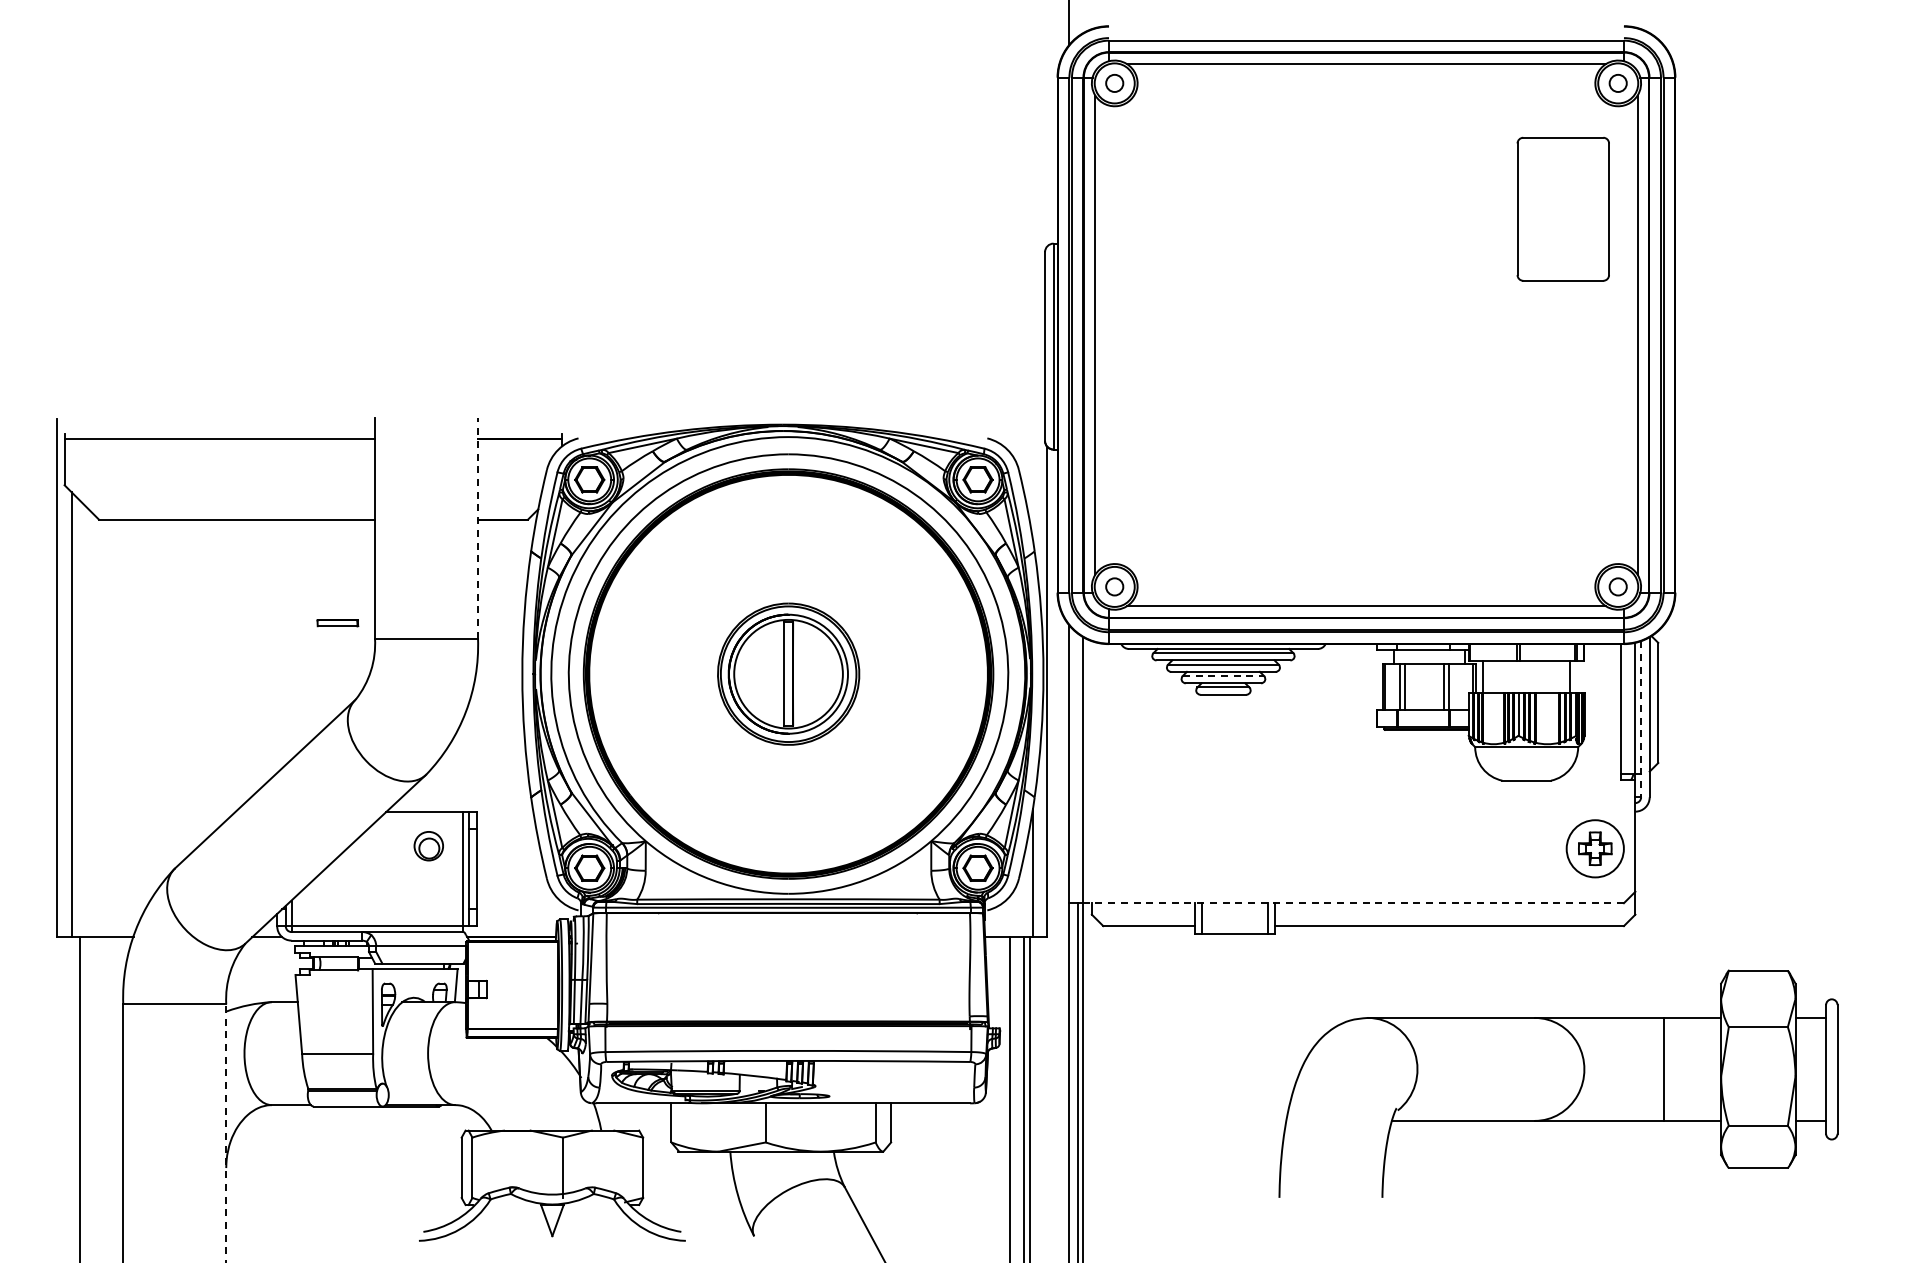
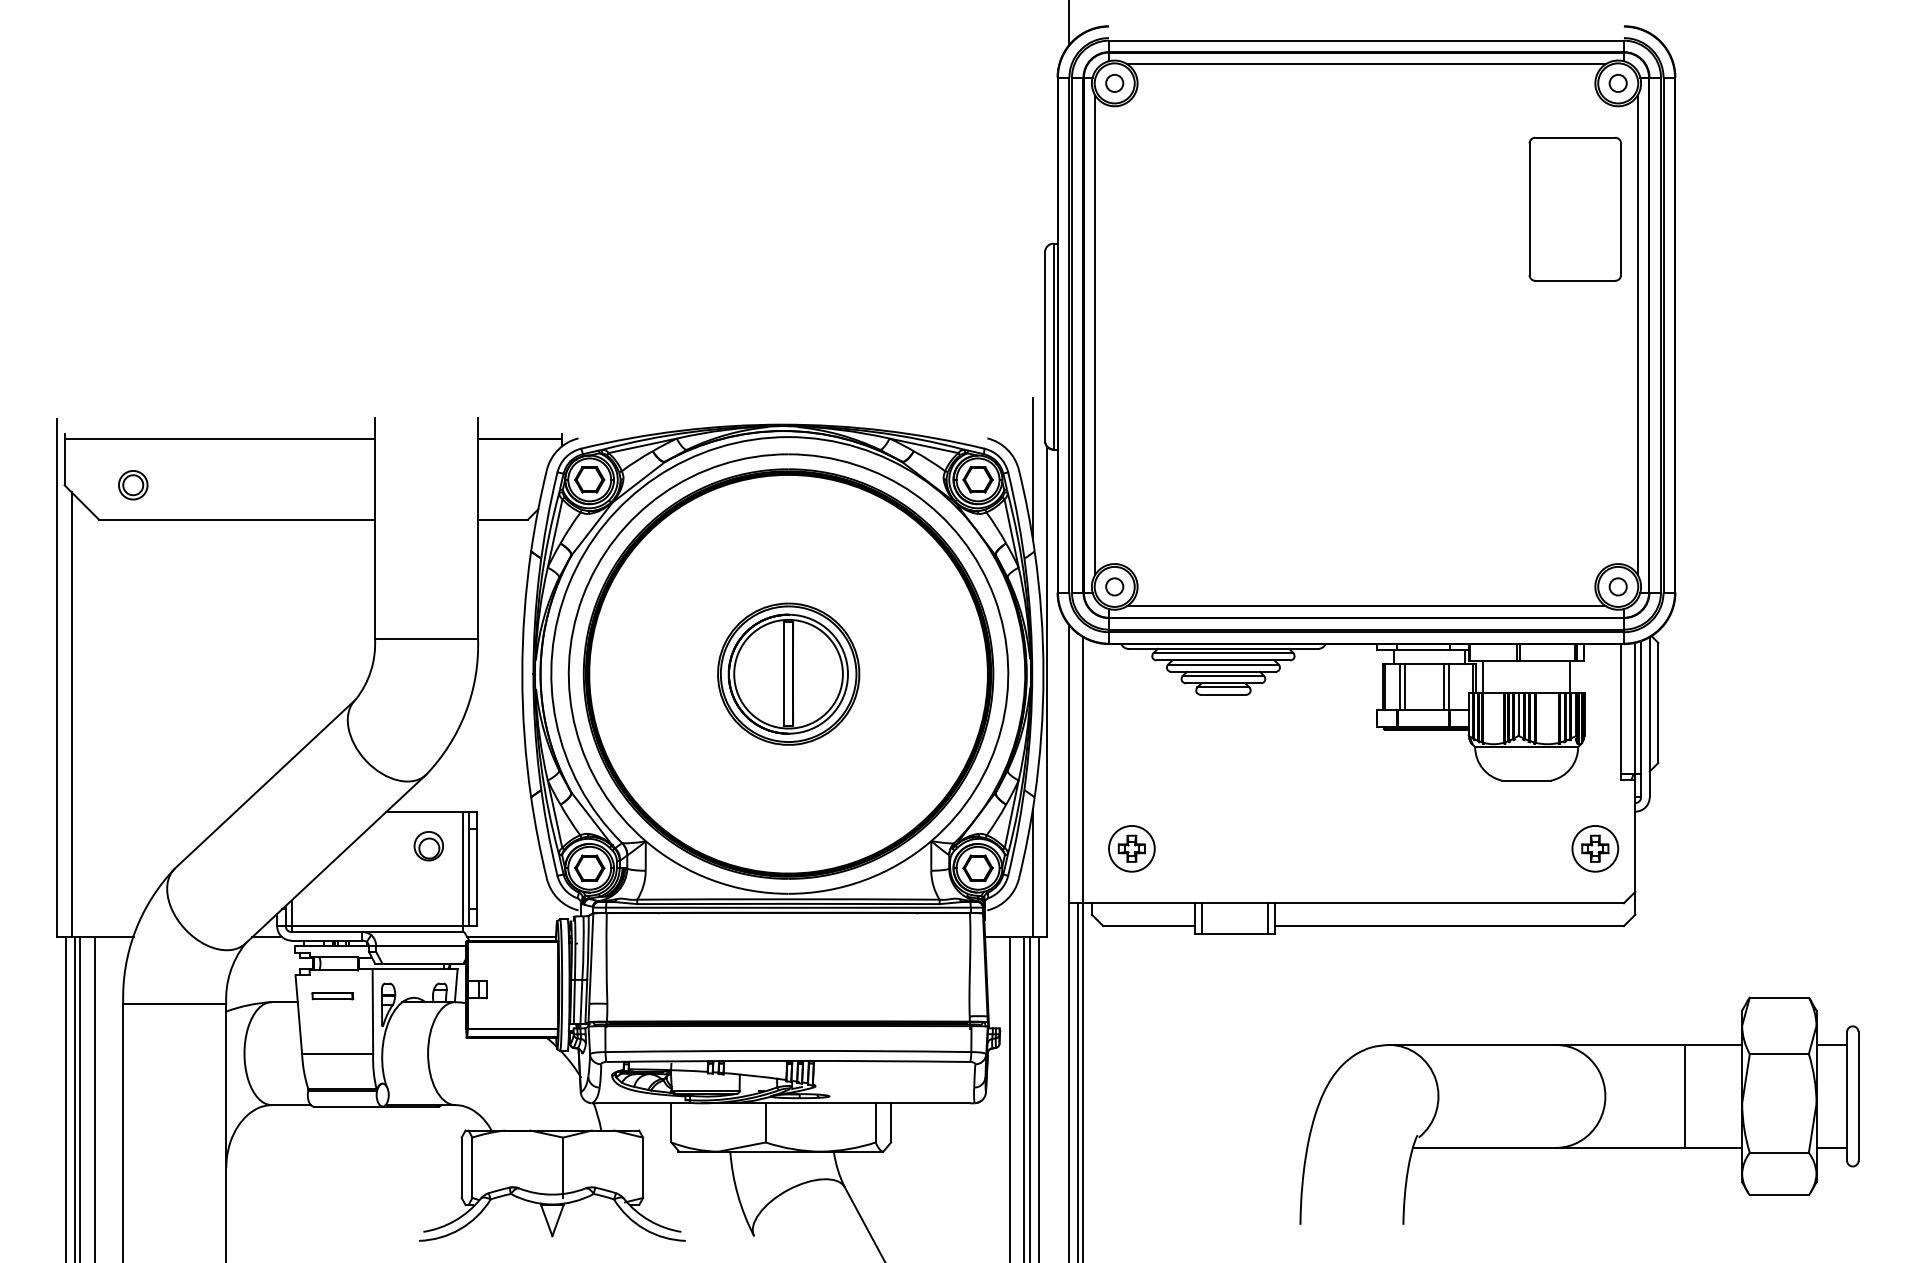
part at (1562, 208) position: (1562, 208) -> (1574, 208)
line at (1033, 469): none -> present
part at (133, 485): none -> present
line at (477, 527): dashed -> solid
part at (337, 623) position: (337, 623) -> (332, 996)
line at (1223, 676): dashed -> solid
line at (1641, 719): dashed -> solid
part at (1131, 848): none -> present
part at (1594, 848) size: 60x60 px -> 49x48 px
line at (1353, 903): dashed -> solid
part at (1558, 1083) position: (1558, 1083) -> (1579, 1110)
line at (66, 1098): none -> present
line at (74, 1098): none -> present
line at (94, 1098): none -> present
line at (1038, 1098): none -> present
line at (226, 1133): dashed -> solid
